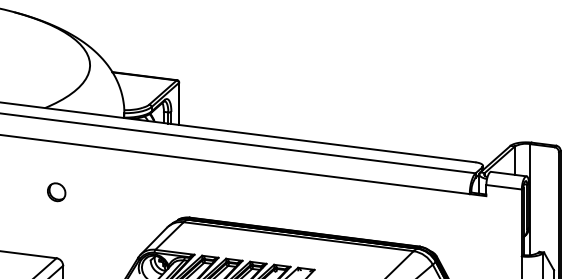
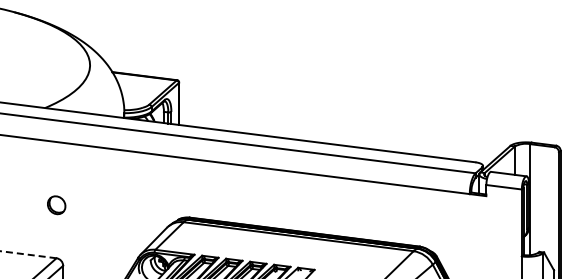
part at (56, 192) position: (56, 192) -> (56, 205)
line at (27, 254): solid -> dashed
